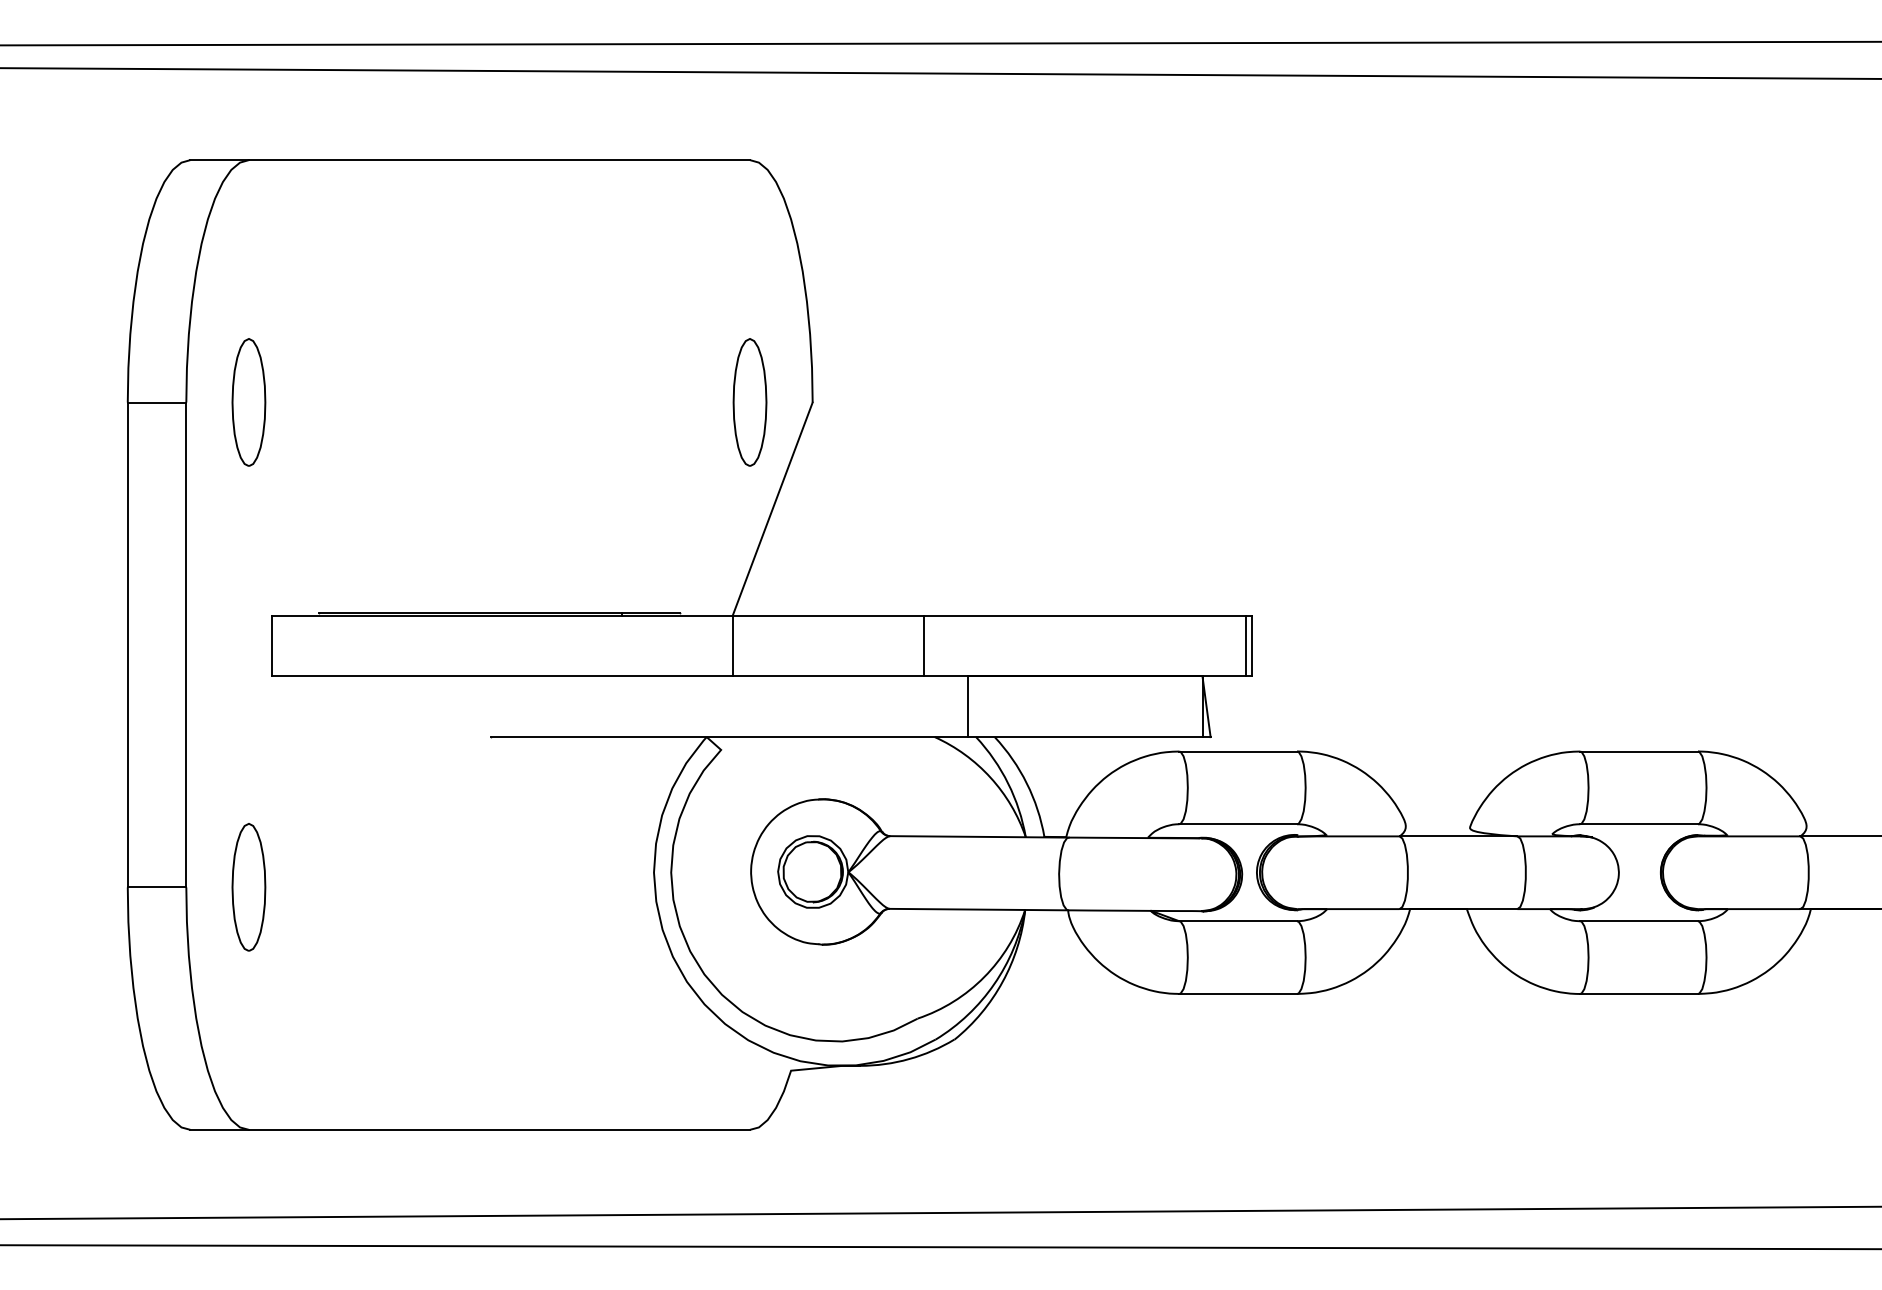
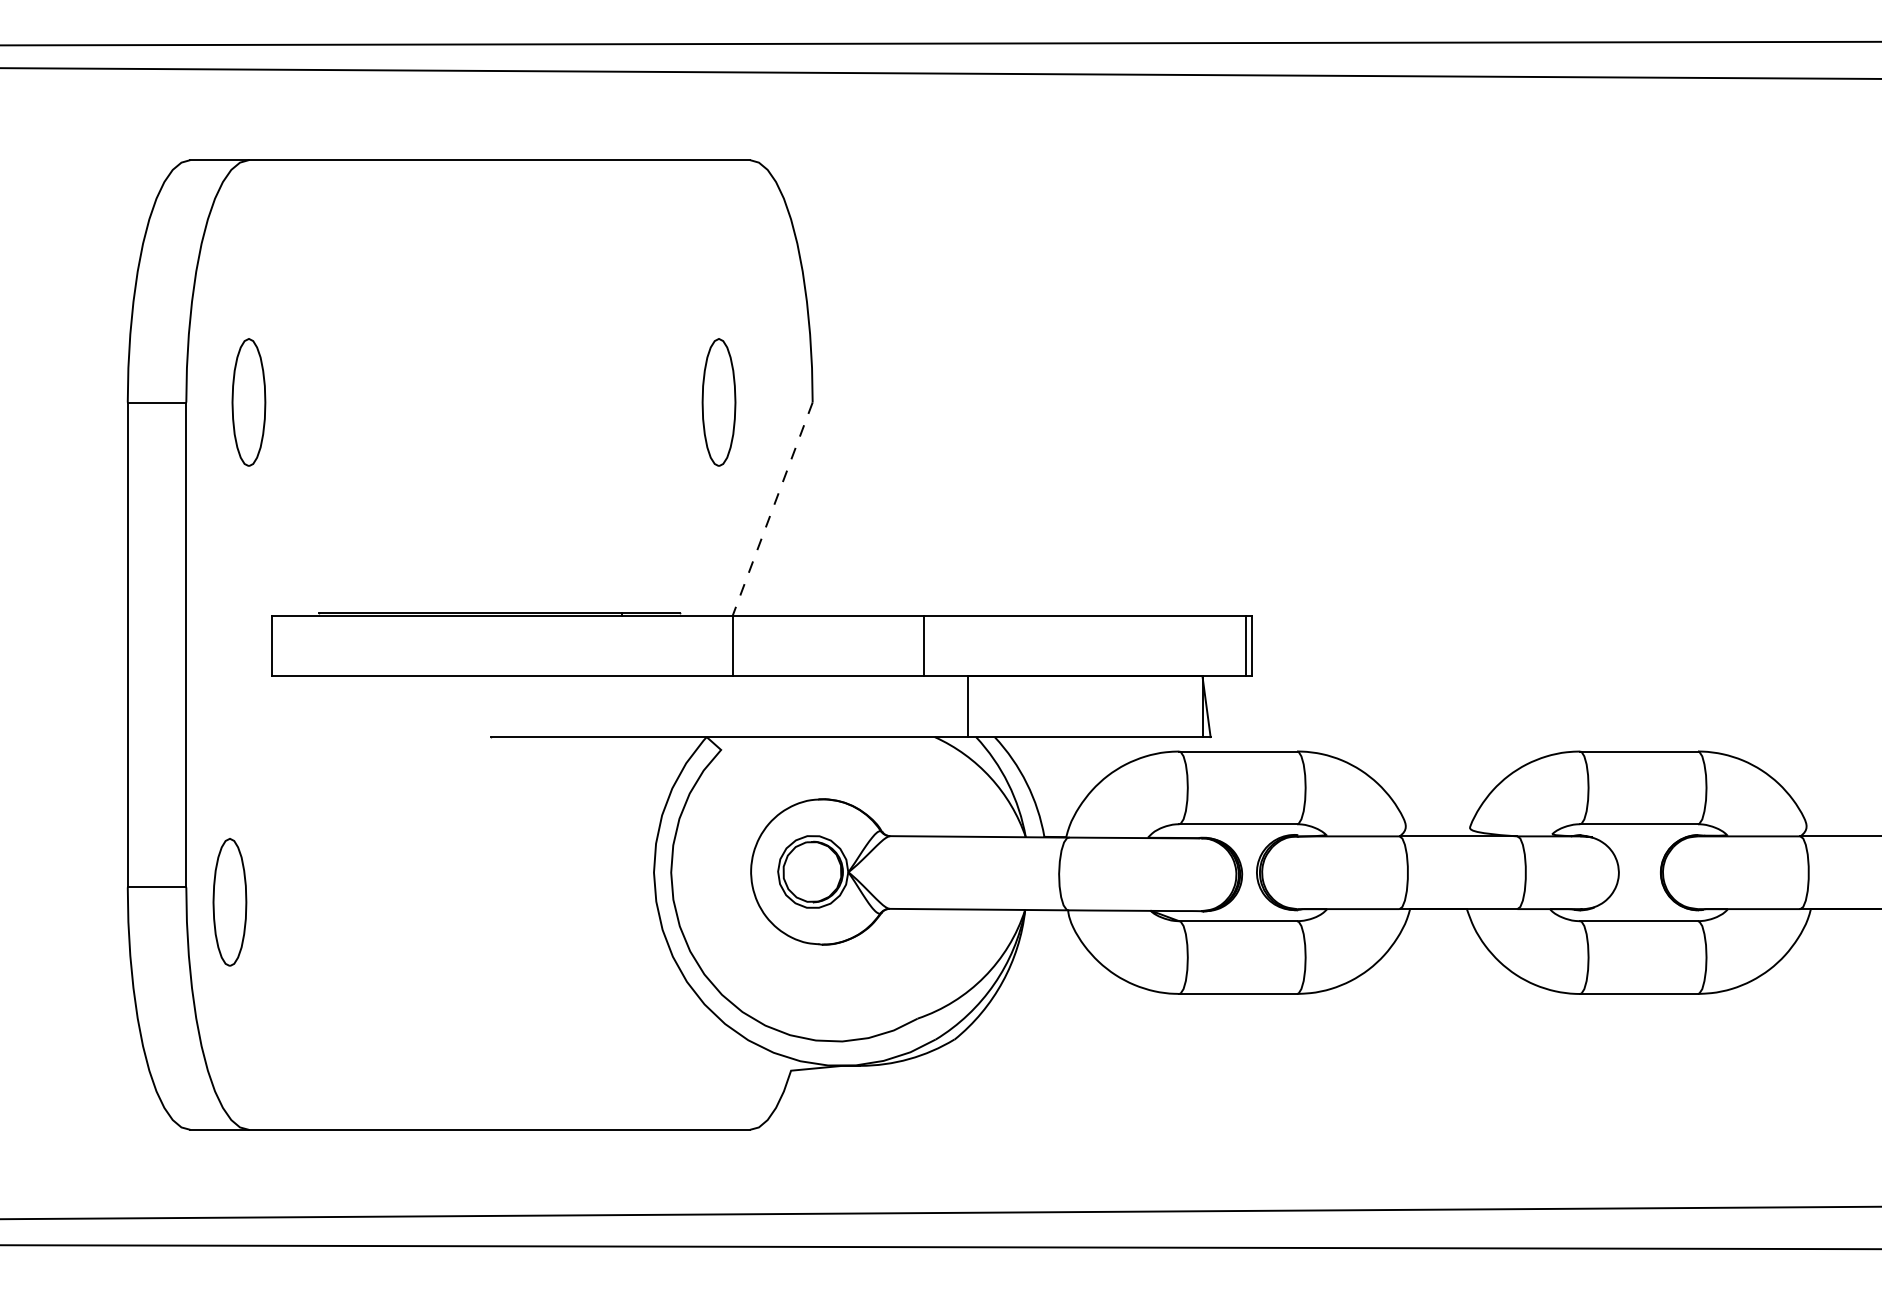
part at (749, 402) position: (749, 402) -> (718, 402)
line at (772, 509): solid -> dashed
part at (248, 887) position: (248, 887) -> (229, 902)
